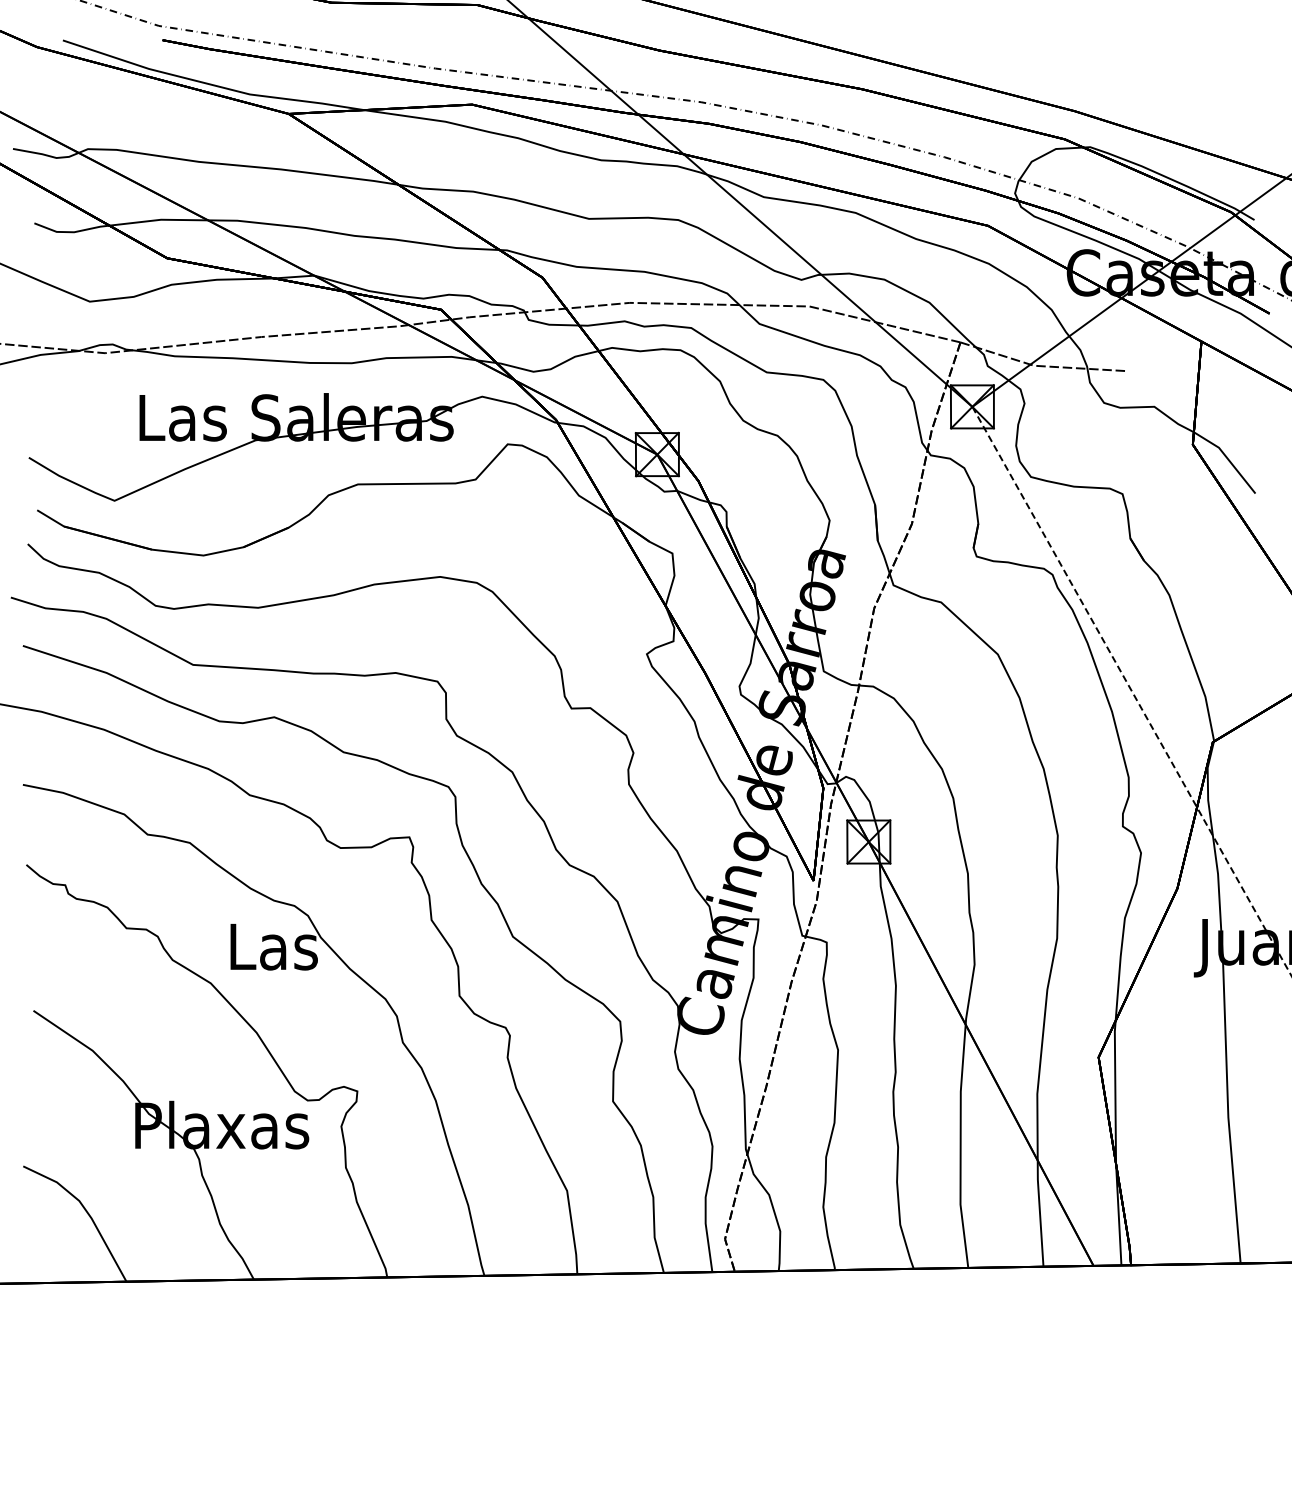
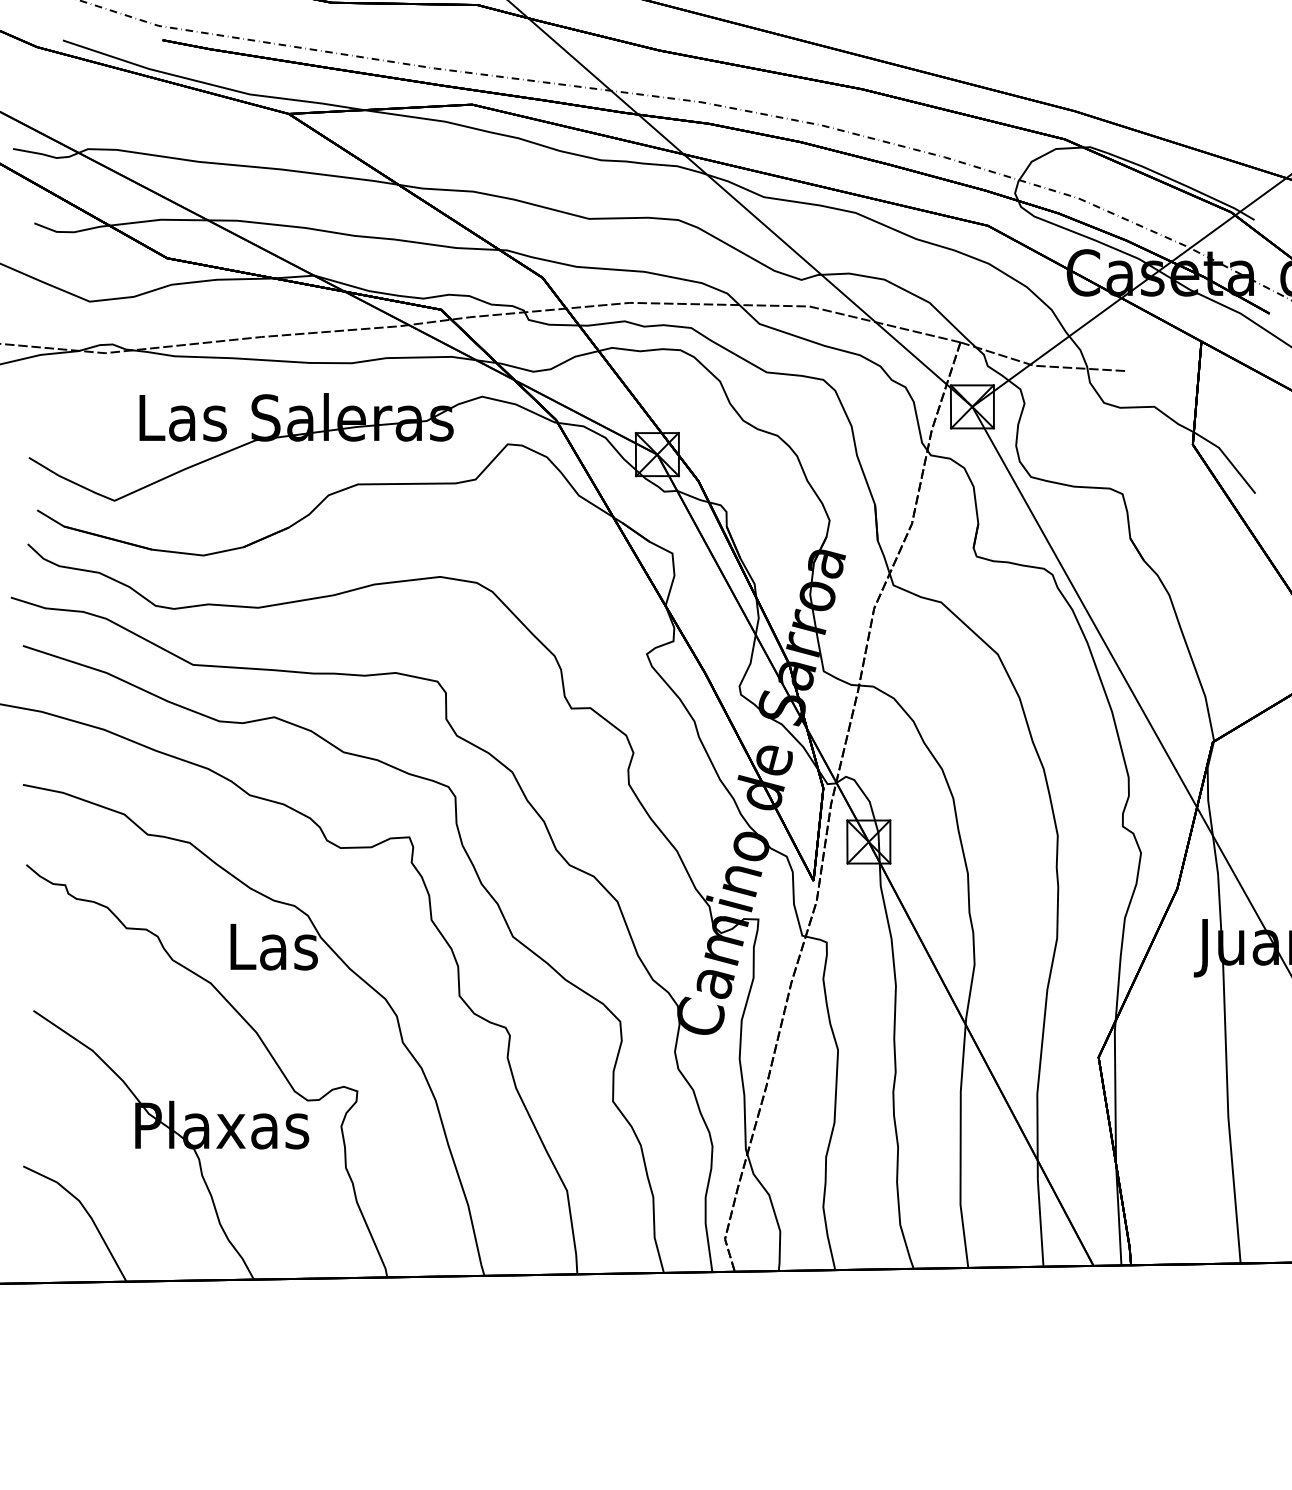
line at (1132, 691): dashed -> solid
